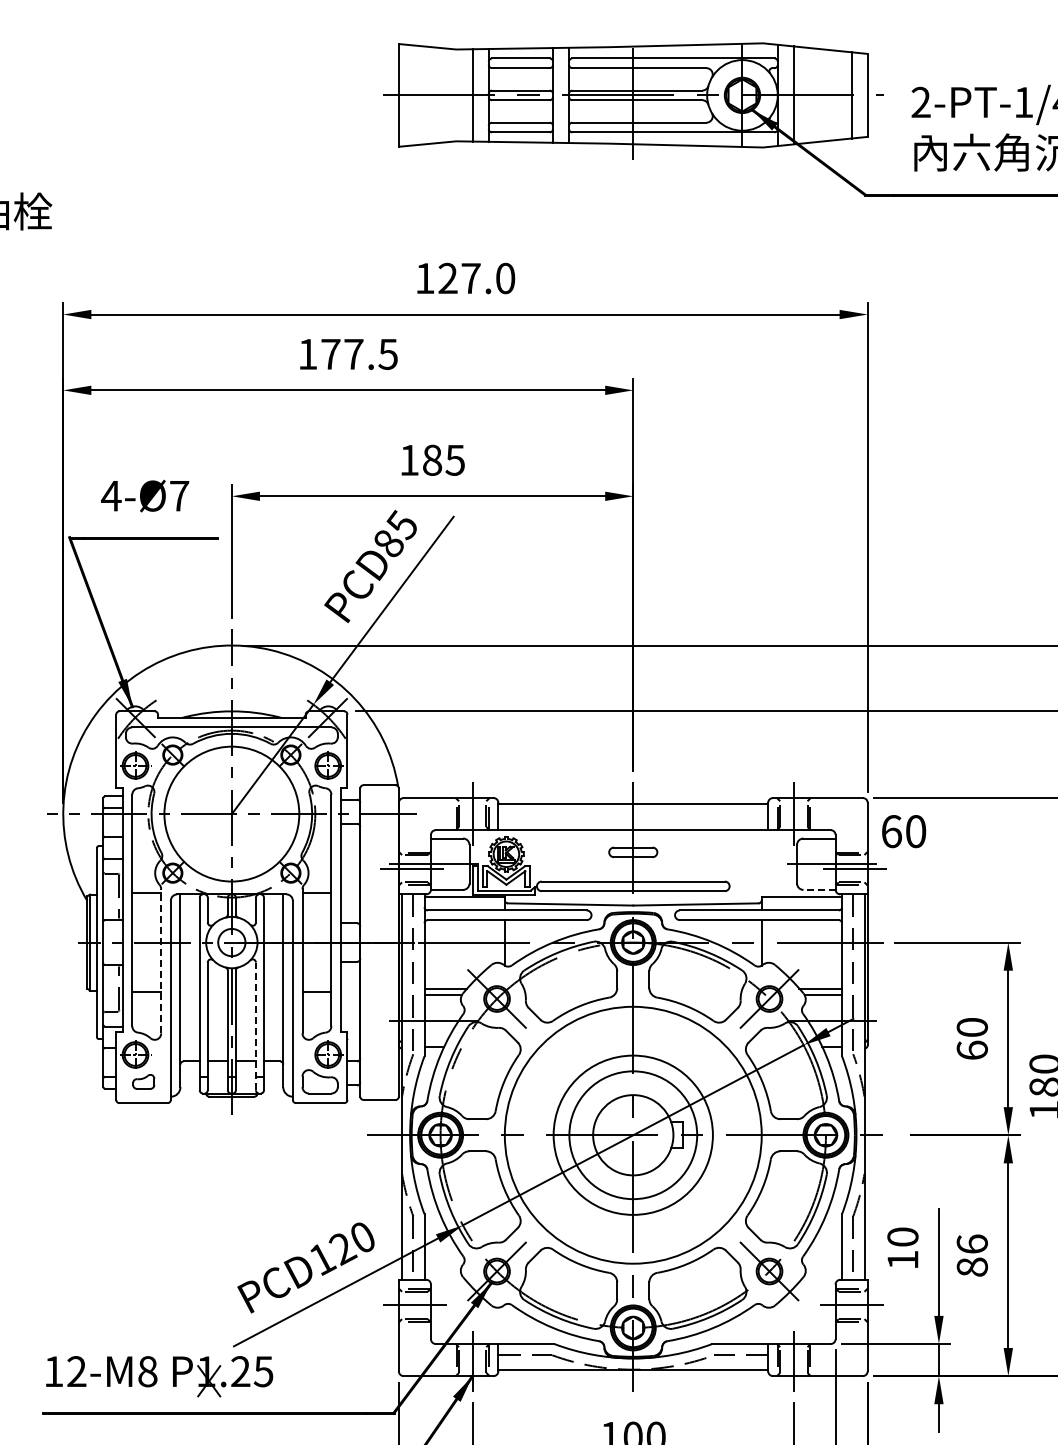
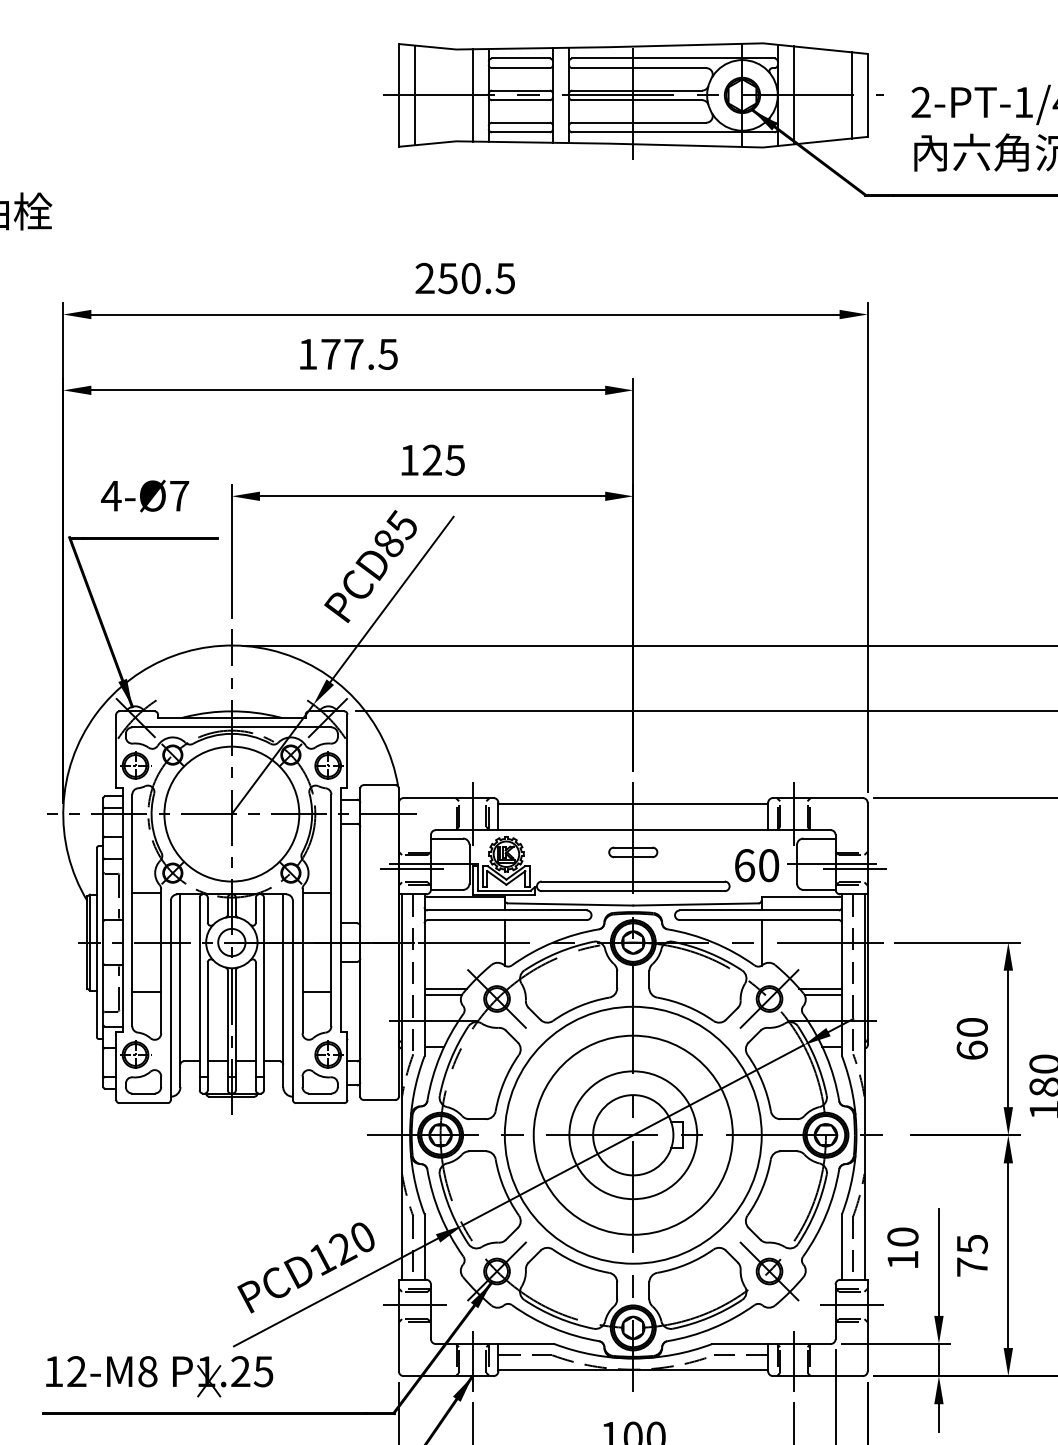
line at (414, 95): none -> present
text at (465, 278): 127.0 -> 250.5
text at (432, 459): 185 -> 125
text at (904, 831) position: (904, 831) -> (757, 865)
line at (819, 889): dashed -> solid
line at (161, 960): dashed -> solid
line at (255, 1026): dashed -> solid
part at (143, 1081) size: 24x16 px -> 38x26 px
circle at (632, 1134) diameter: 159 px -> 199 px
text at (971, 1255): 86 -> 75
